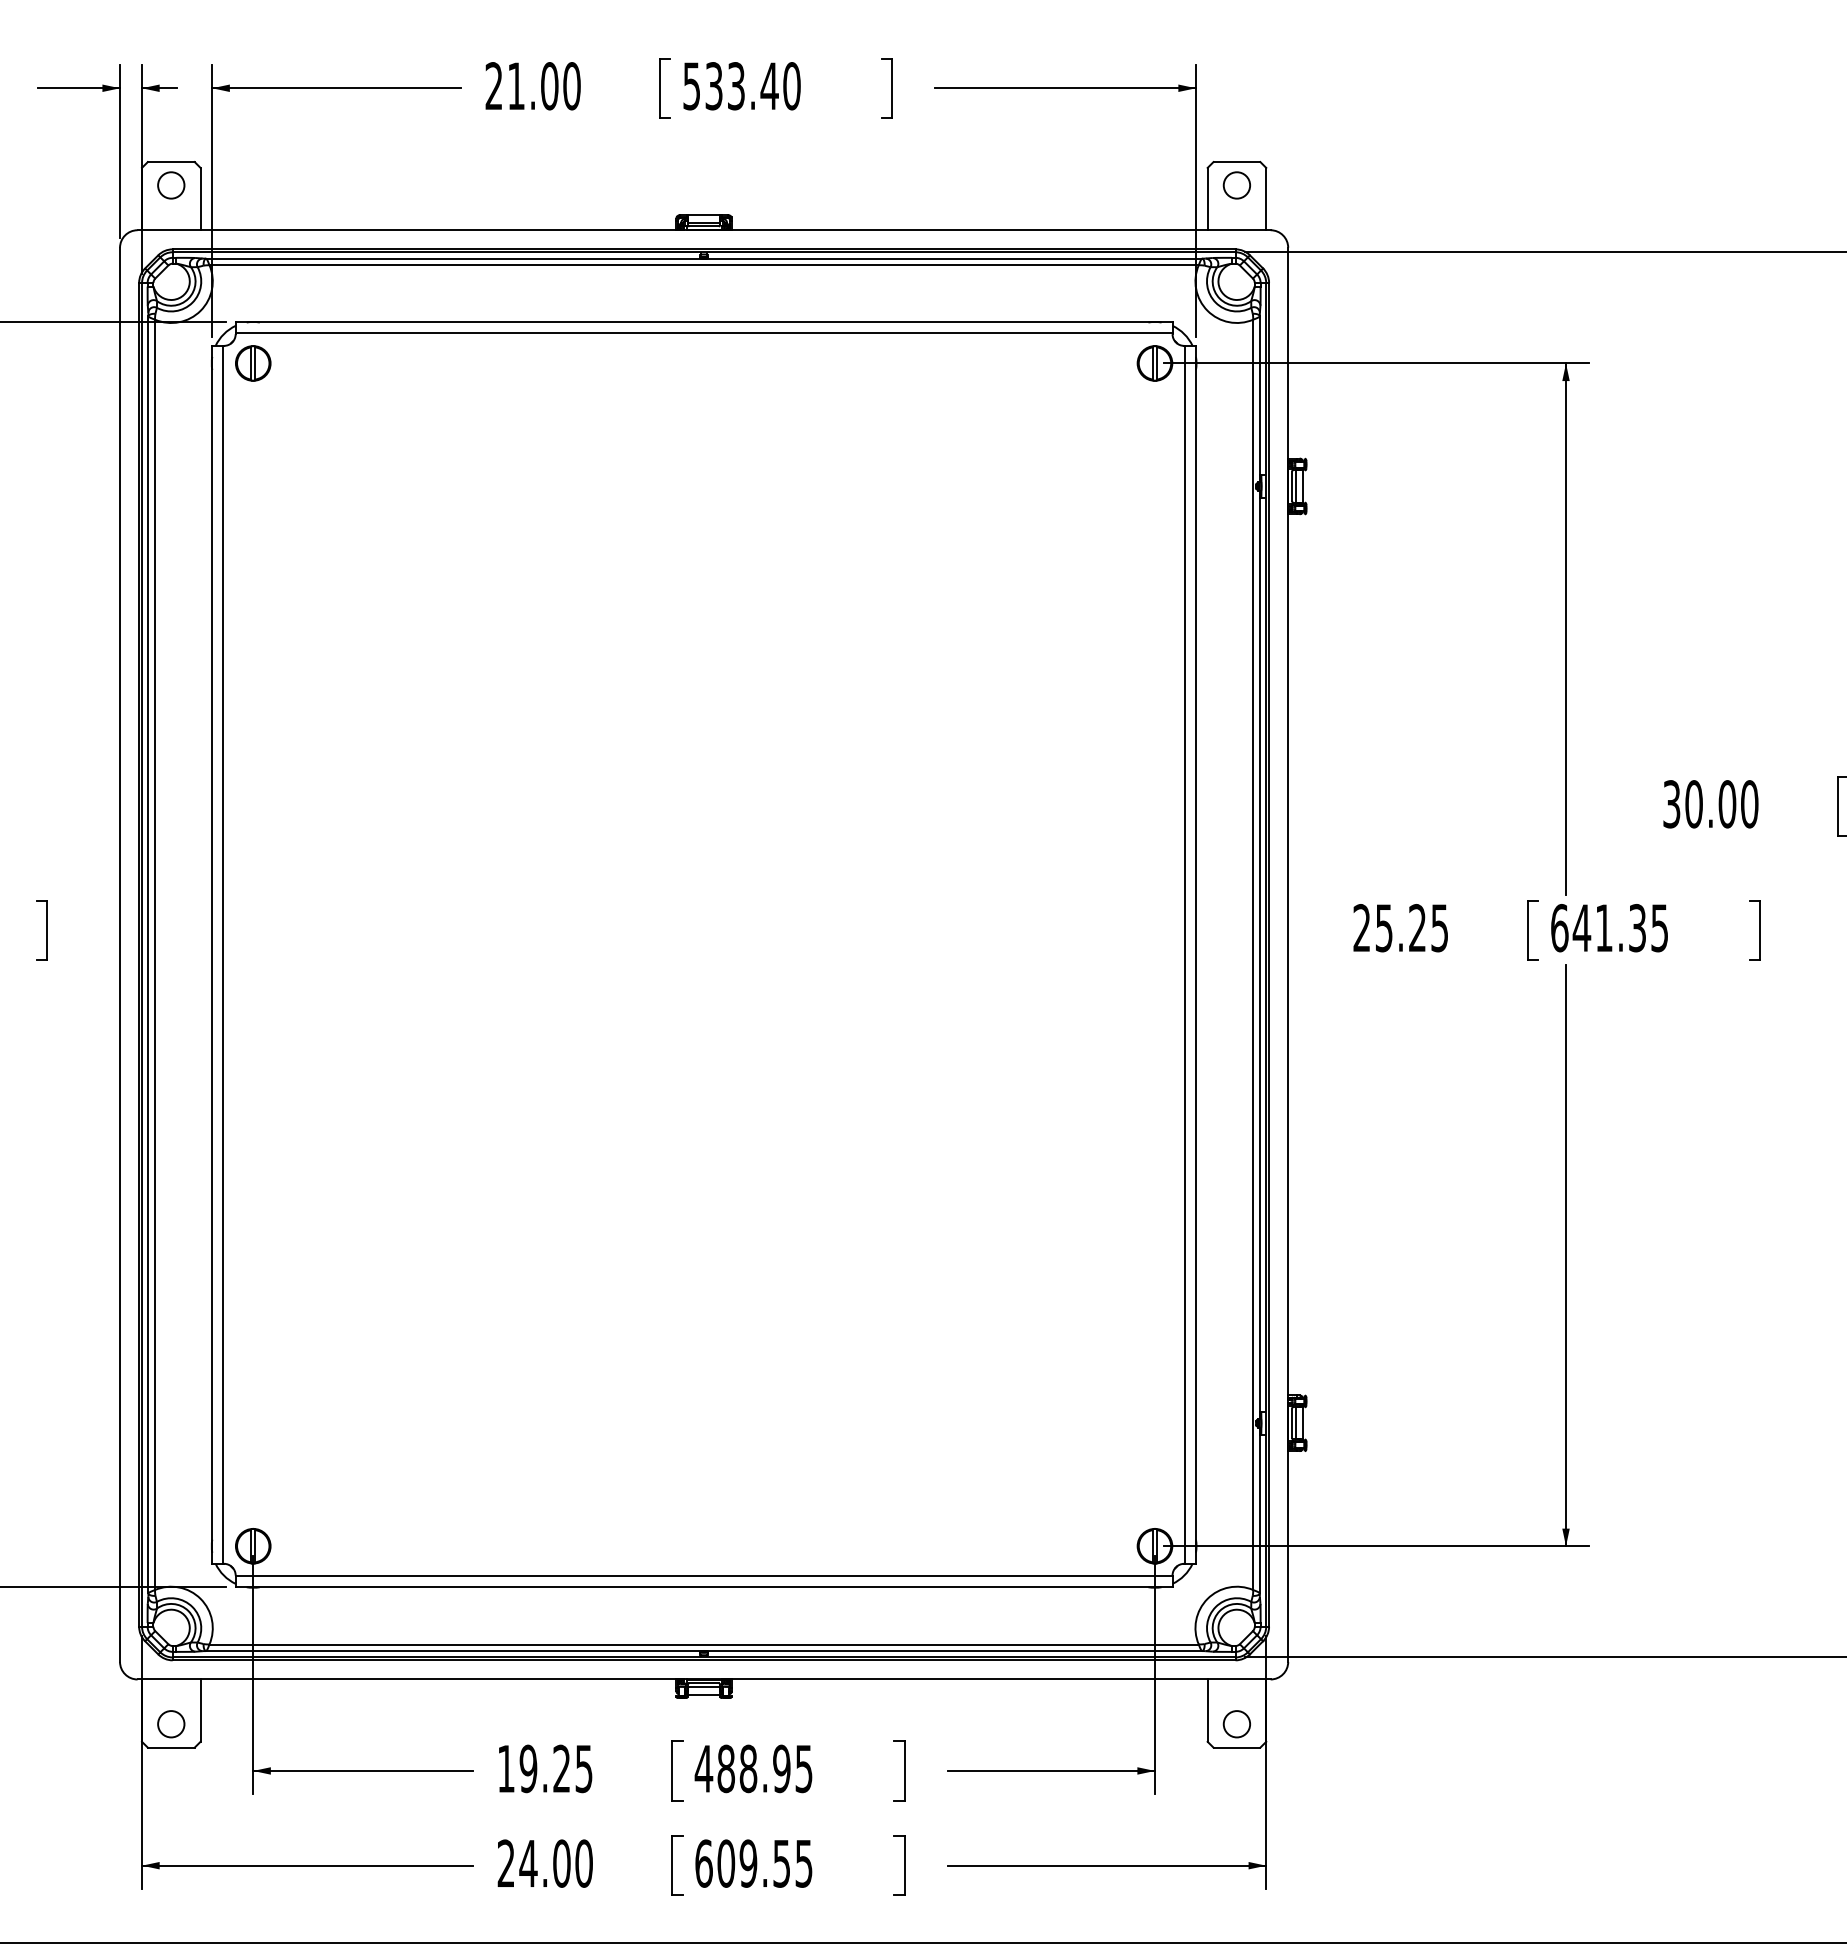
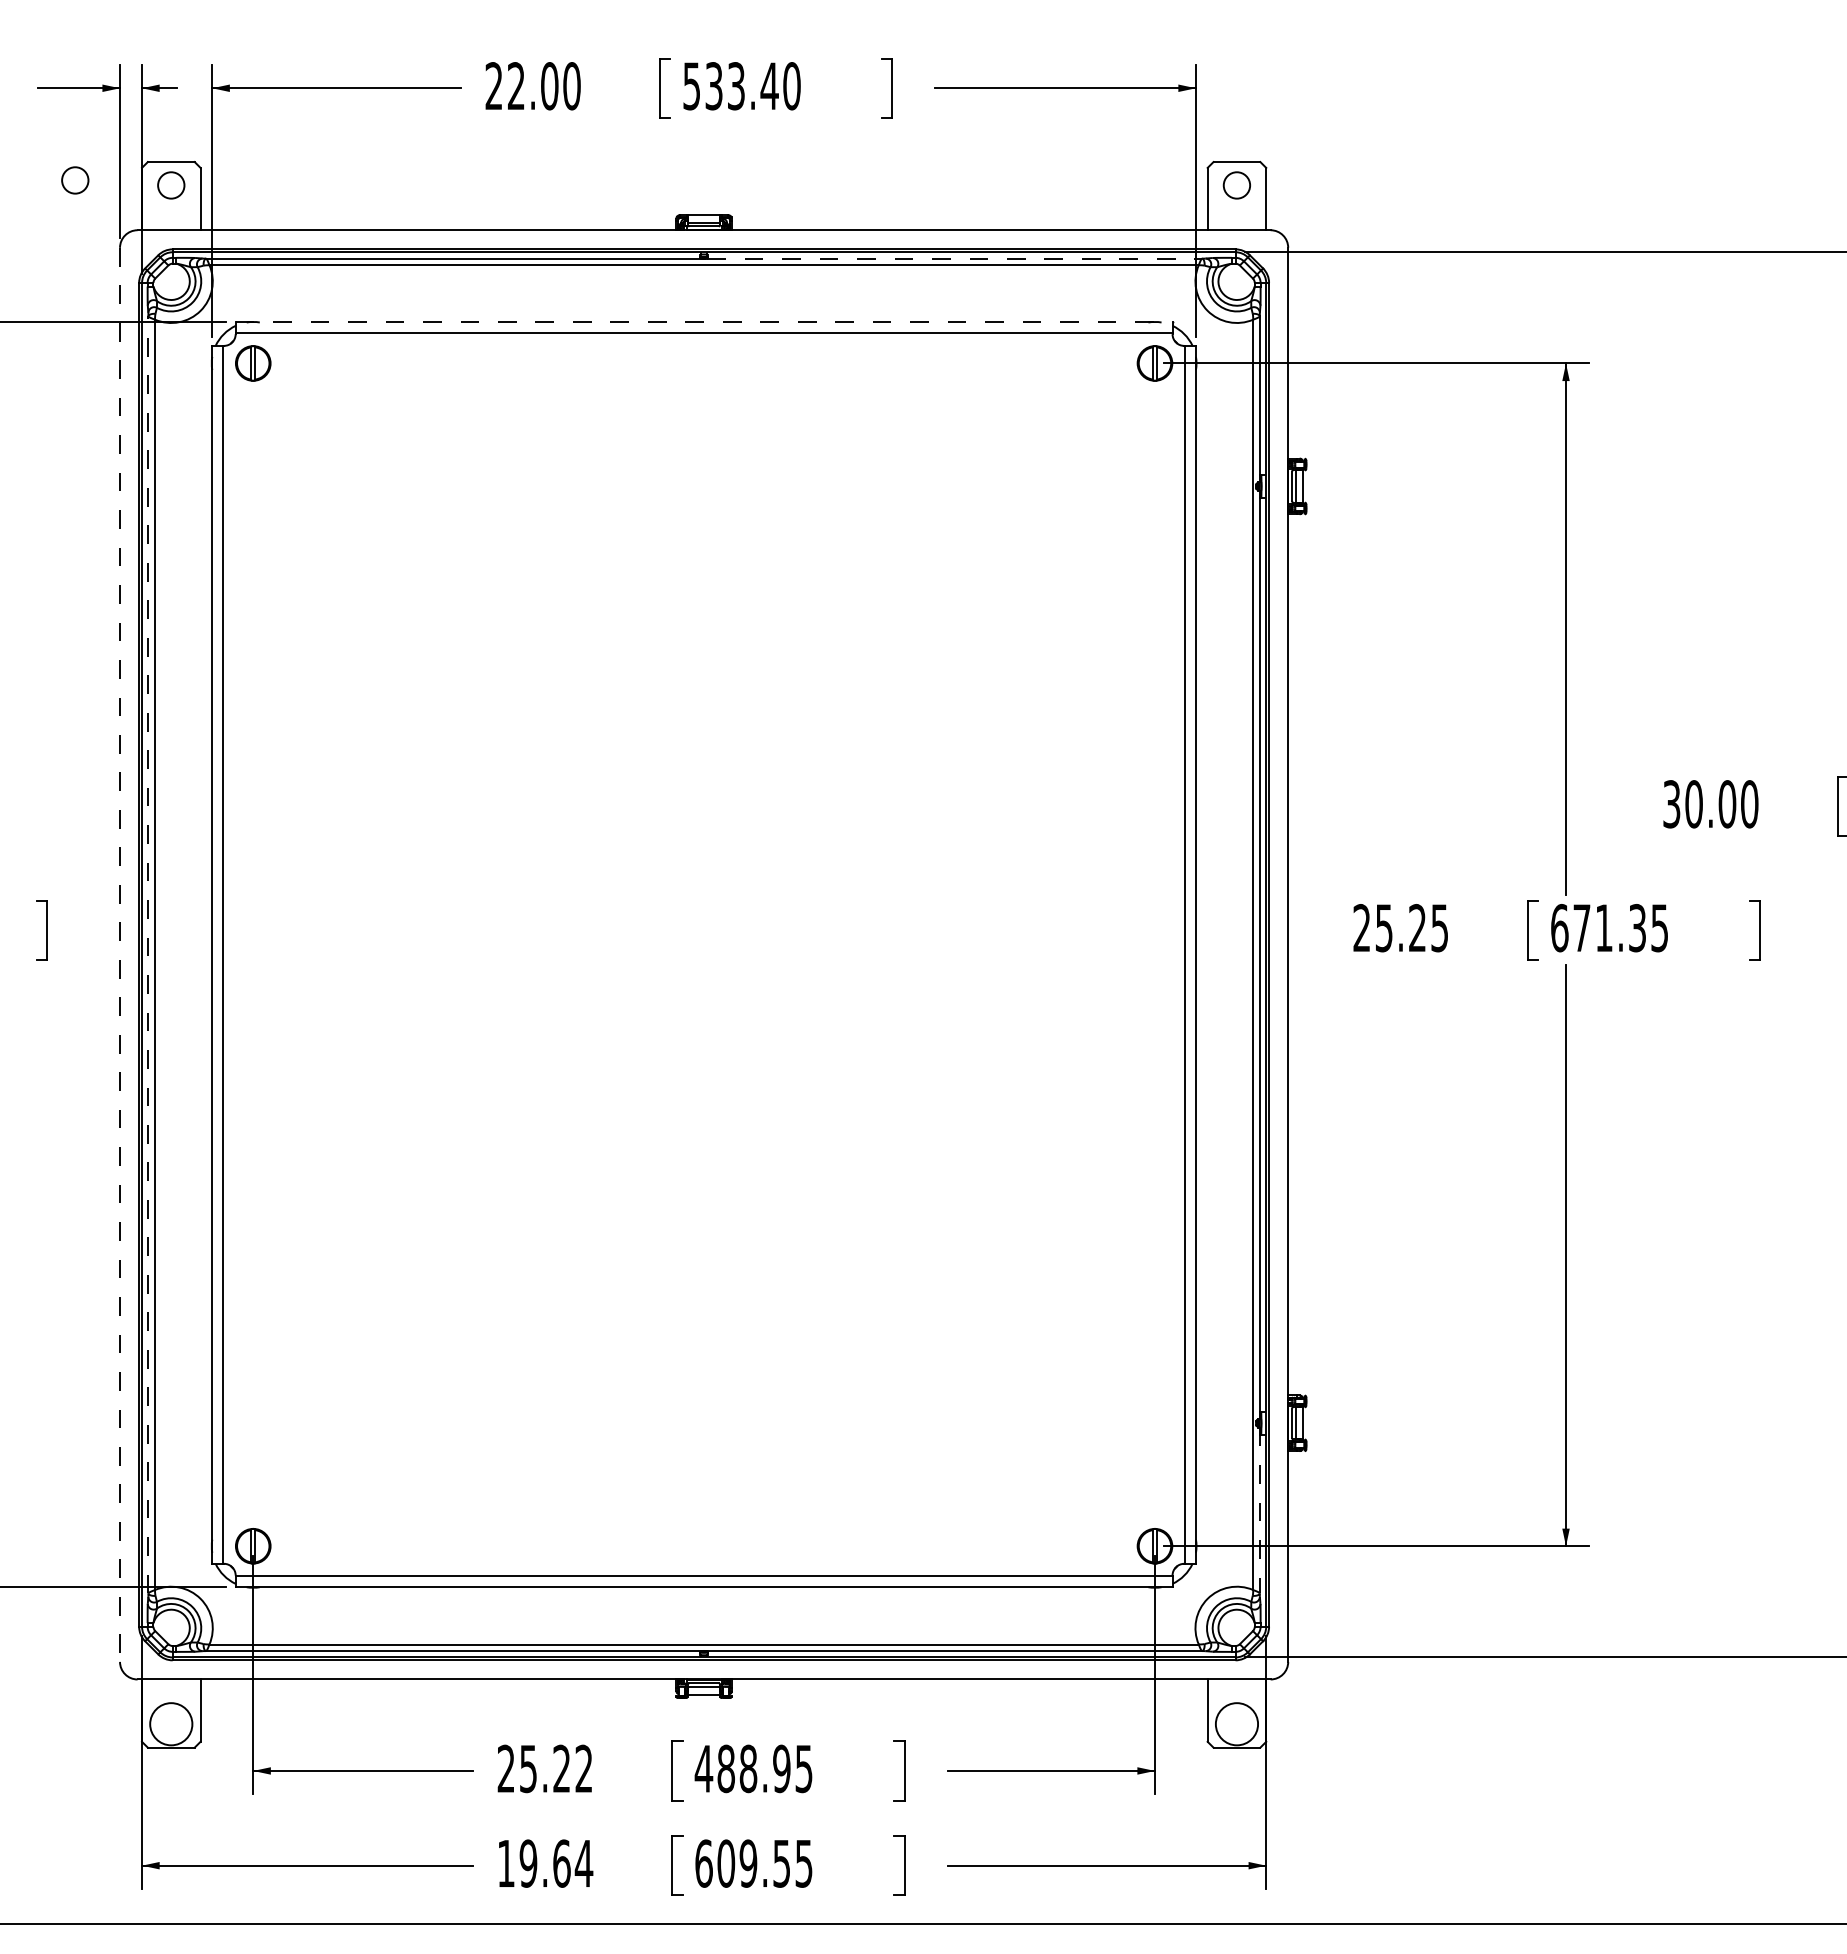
text at (516, 85): 21.00 -> 22.00
circle at (75, 180): none -> present
line at (955, 258): solid -> dashed
line at (704, 322): solid -> dashed
text at (1581, 927): 641.35 -> 671.35
line at (148, 954): solid -> dashed
line at (120, 955): solid -> dashed
line at (1259, 1510): solid -> dashed
circle at (171, 1724) diameter: 26 px -> 42 px
circle at (1236, 1724) diameter: 26 px -> 42 px
text at (544, 1768): 19.25 -> 25.22
text at (545, 1863): 24.00 -> 19.64
line at (922, 1943) position: (922, 1943) -> (922, 1924)
